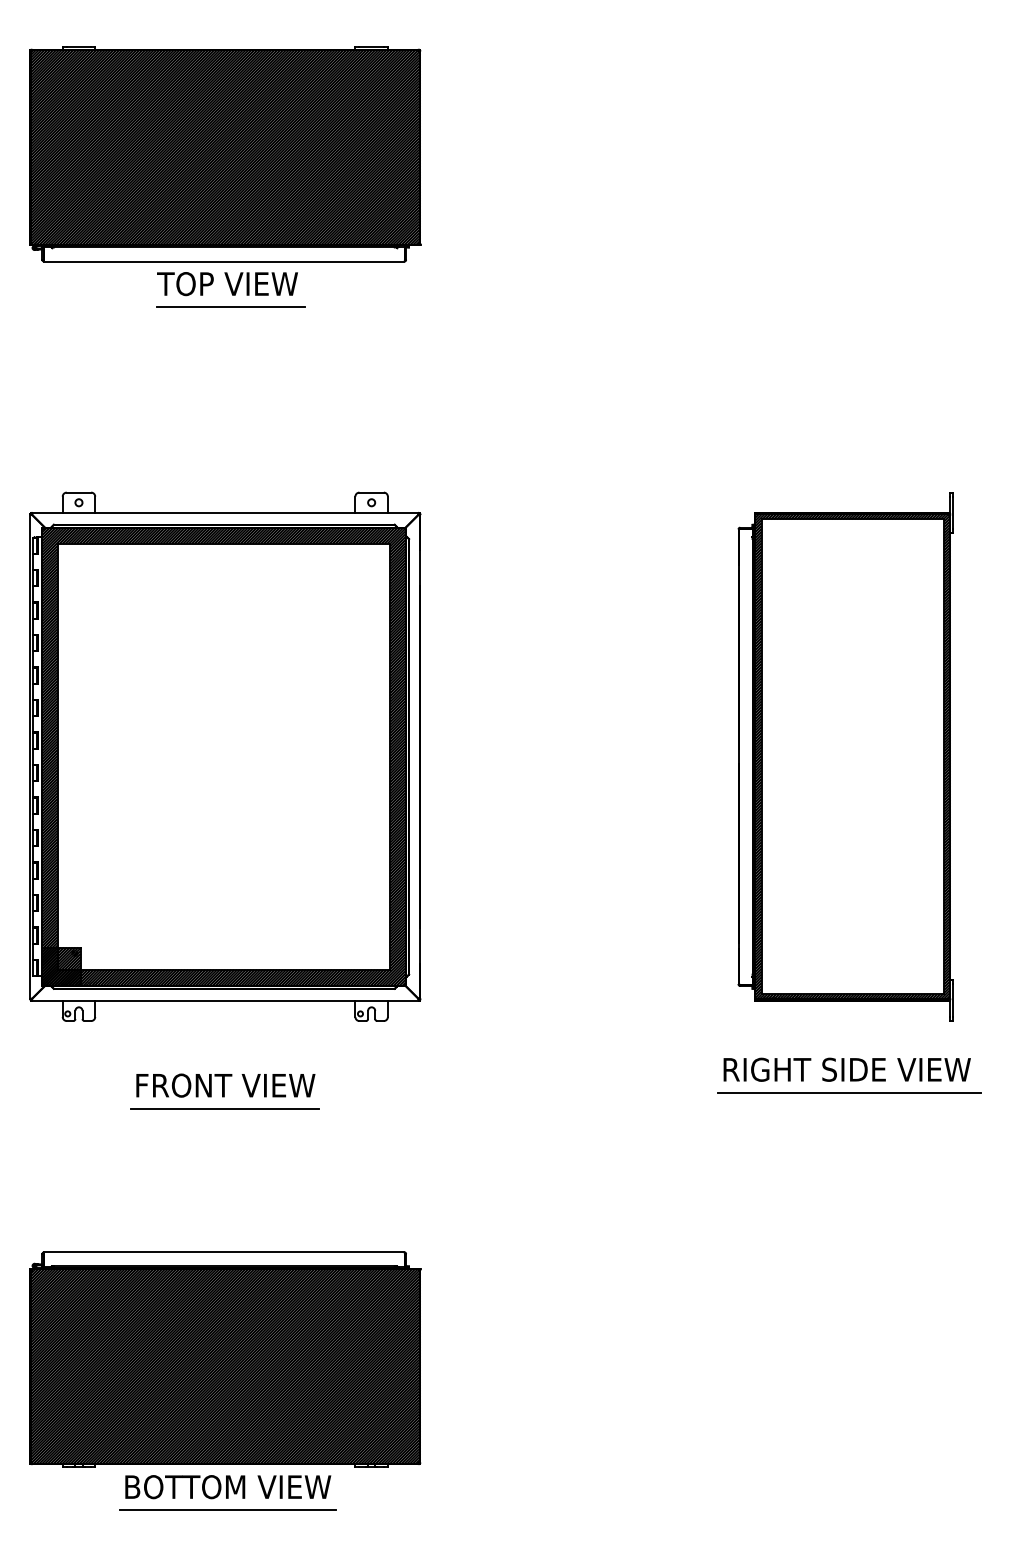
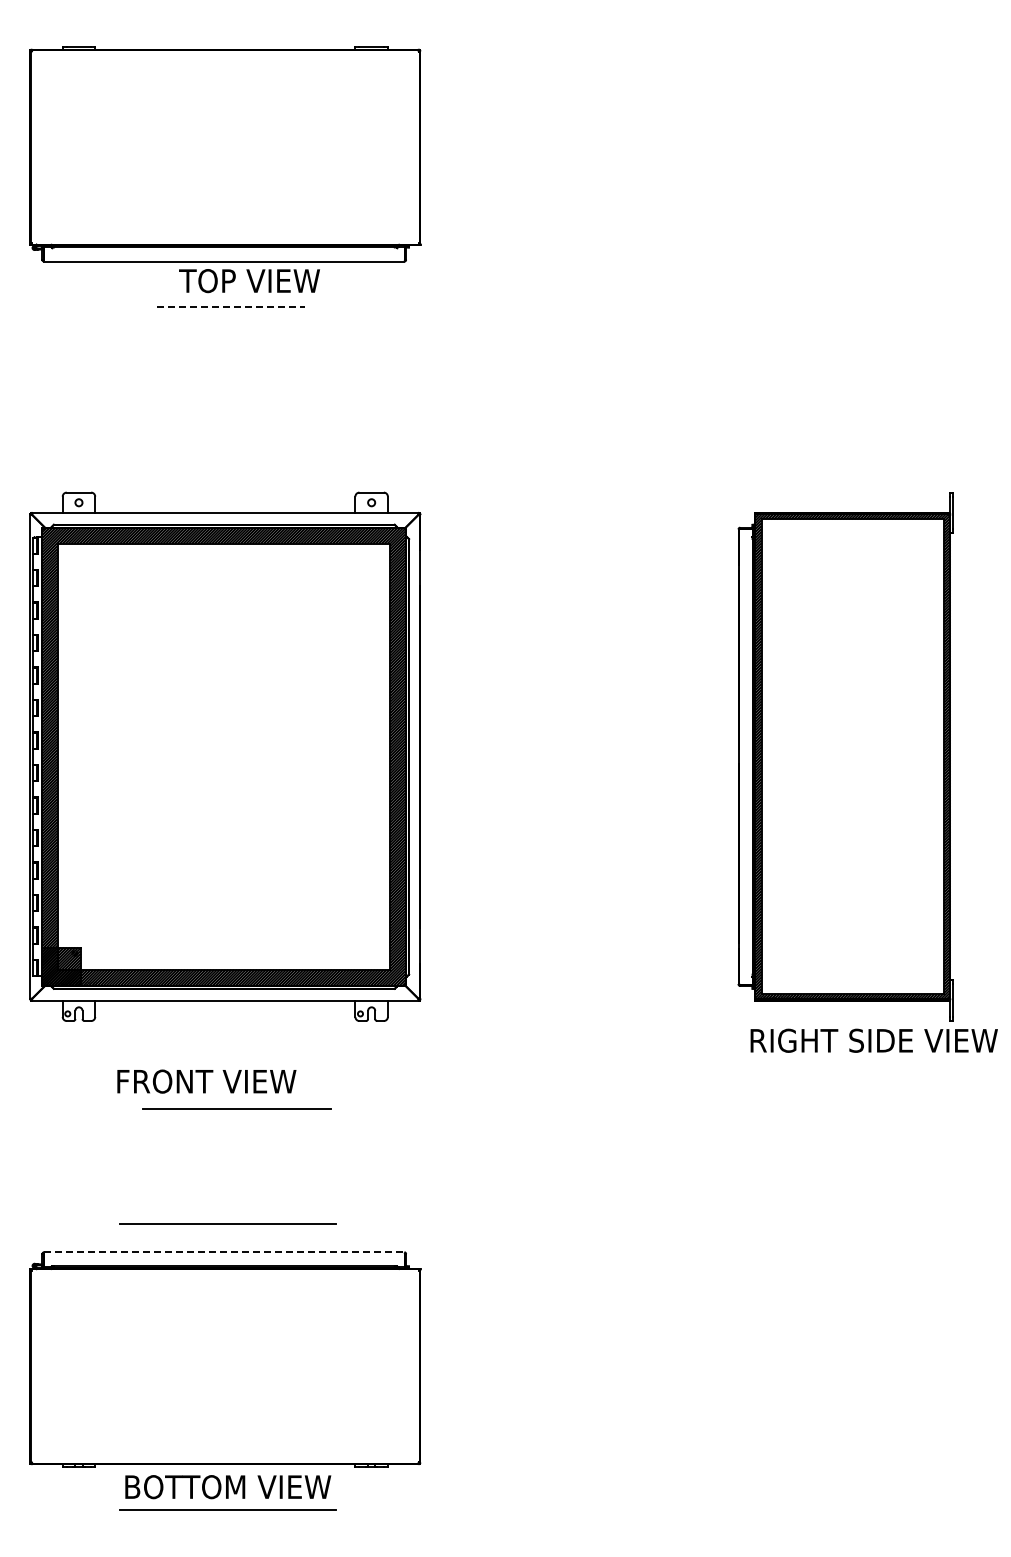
hatch at (225, 146): present -> none
text at (227, 284) position: (227, 284) -> (249, 281)
line at (230, 307): solid -> dashed
text at (846, 1069) position: (846, 1069) -> (873, 1040)
text at (225, 1085) position: (225, 1085) -> (206, 1081)
line at (849, 1093): present -> none
line at (224, 1108) position: (224, 1108) -> (236, 1108)
line at (227, 1223): none -> present
line at (224, 1252): solid -> dashed
hatch at (225, 1366): present -> none
